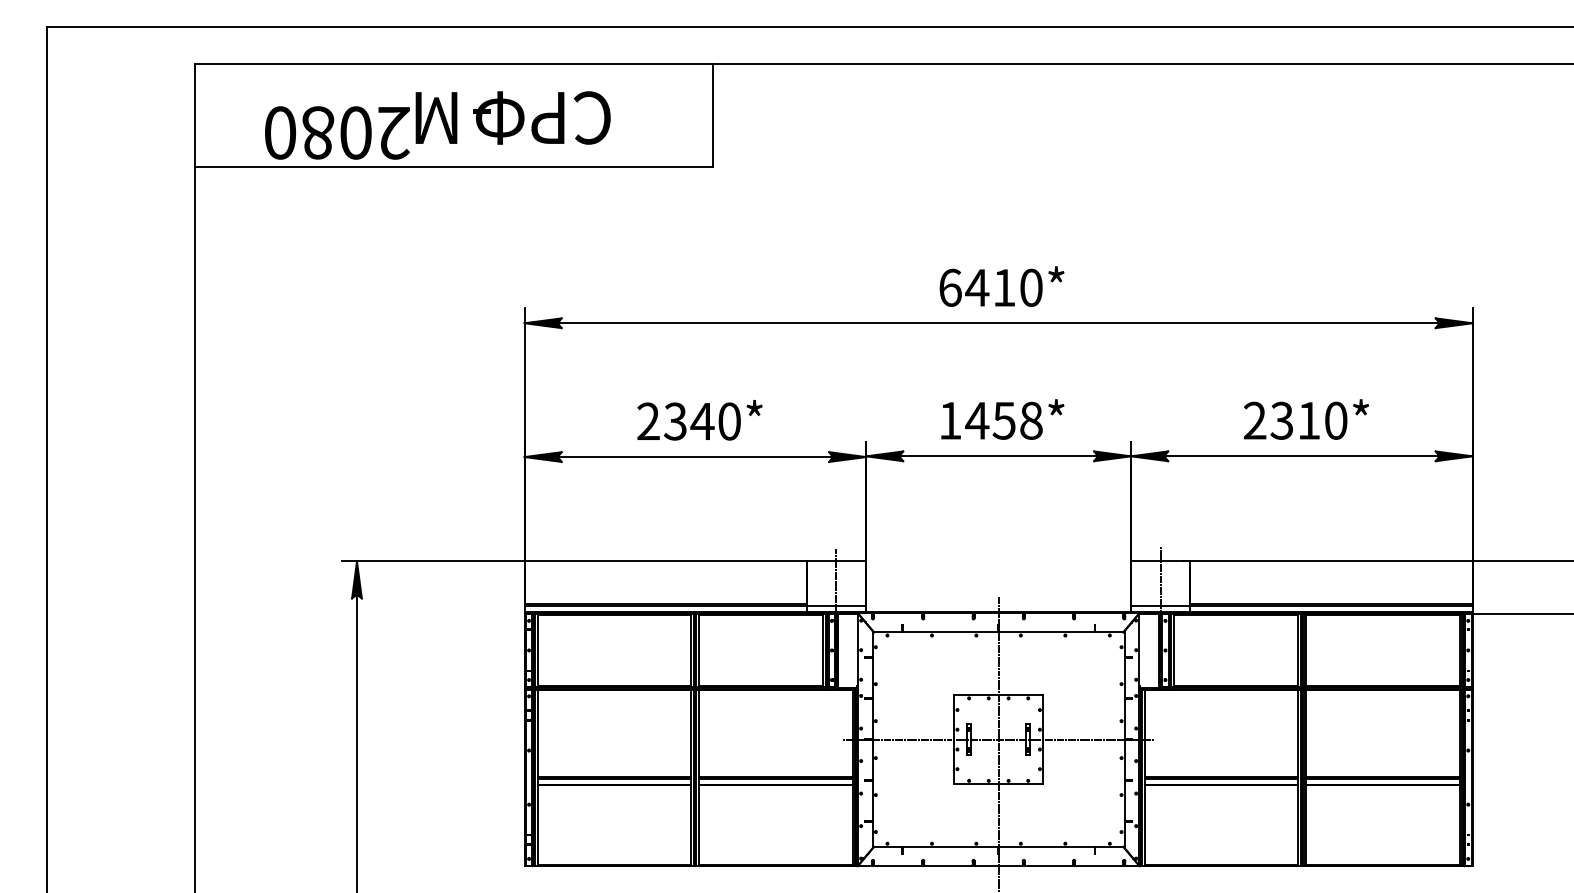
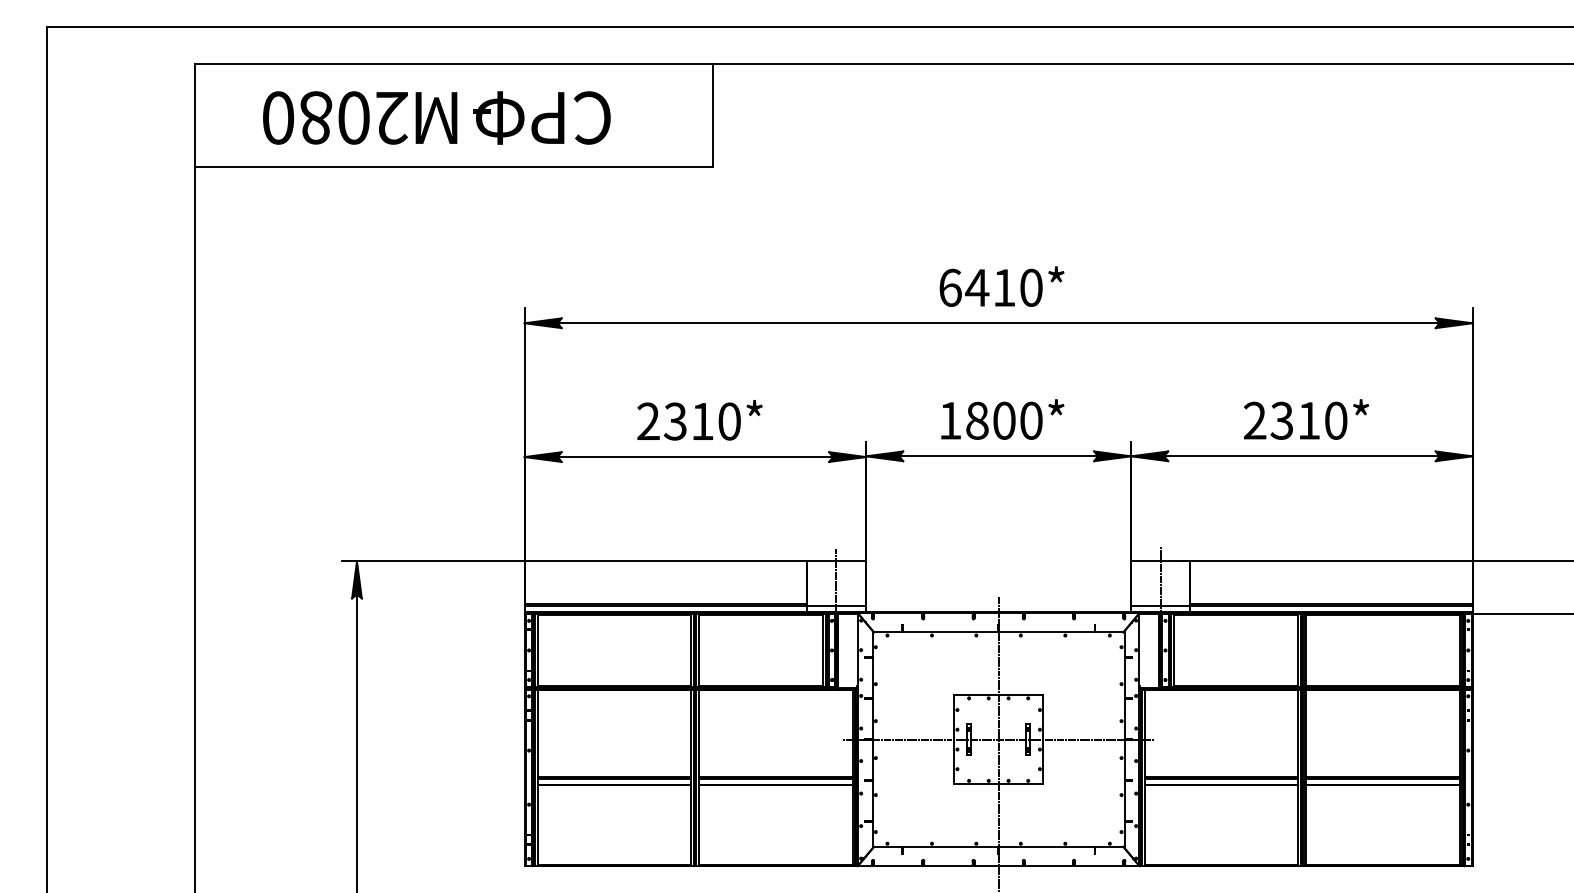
text at (337, 132) position: (337, 132) -> (335, 117)
text at (1003, 420): 1458* -> 1800*
text at (702, 421): 2340* -> 2310*
